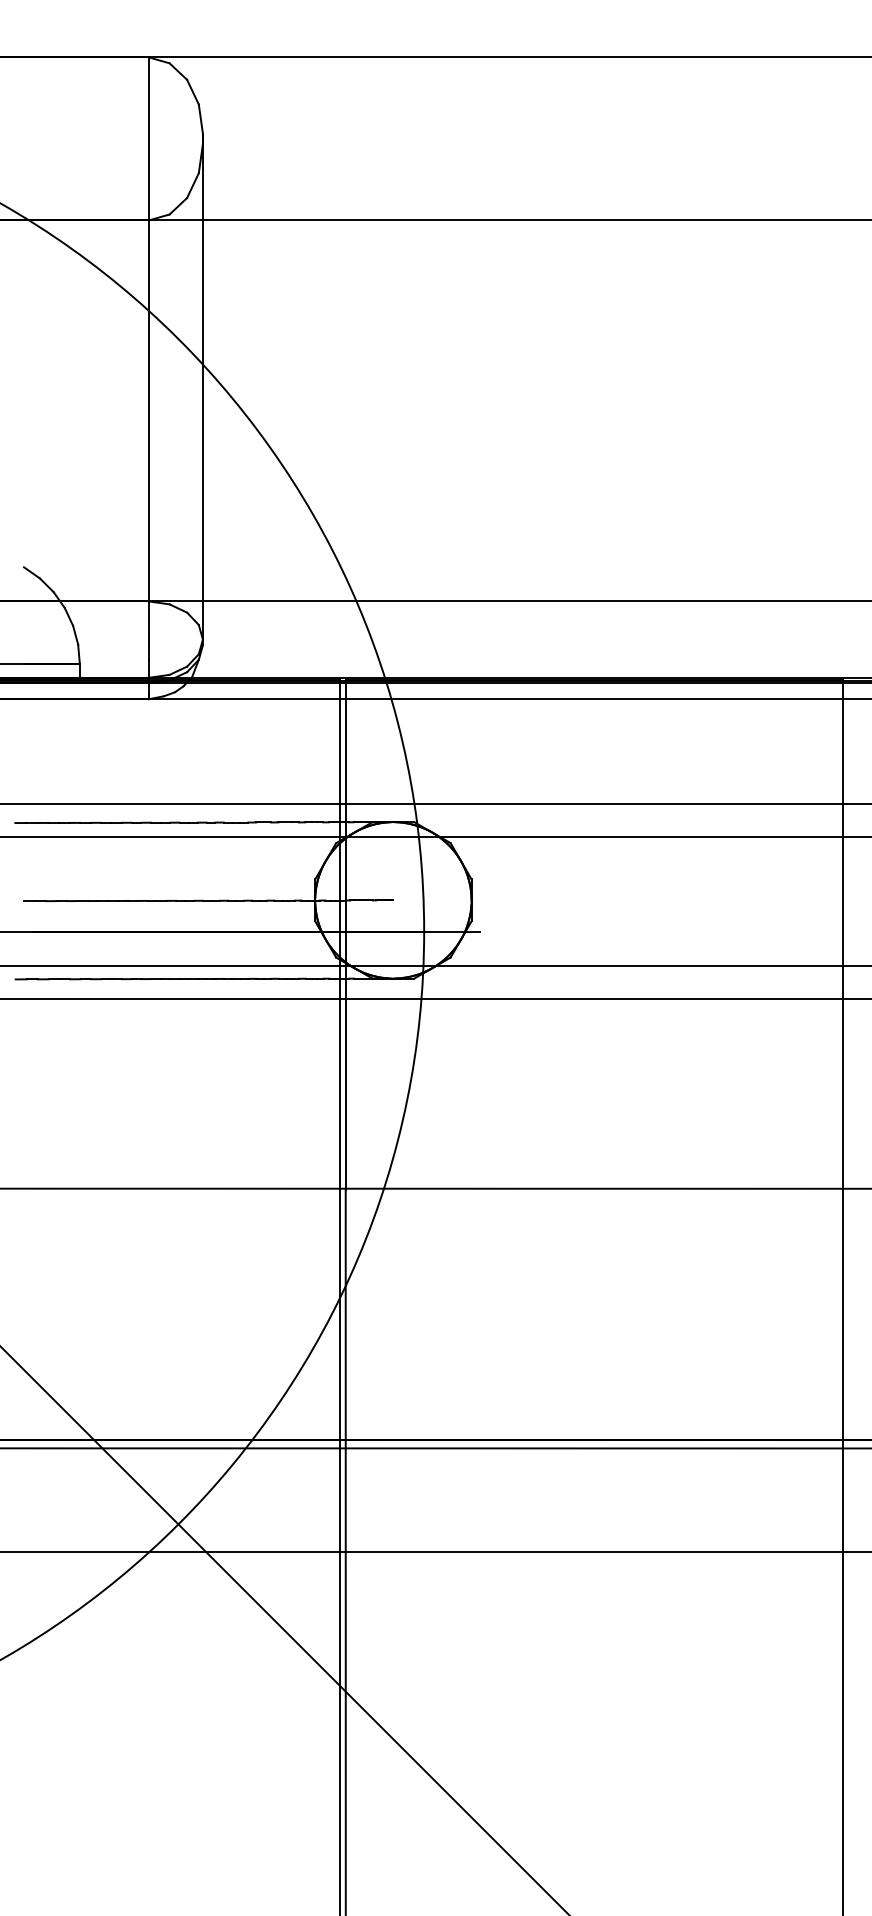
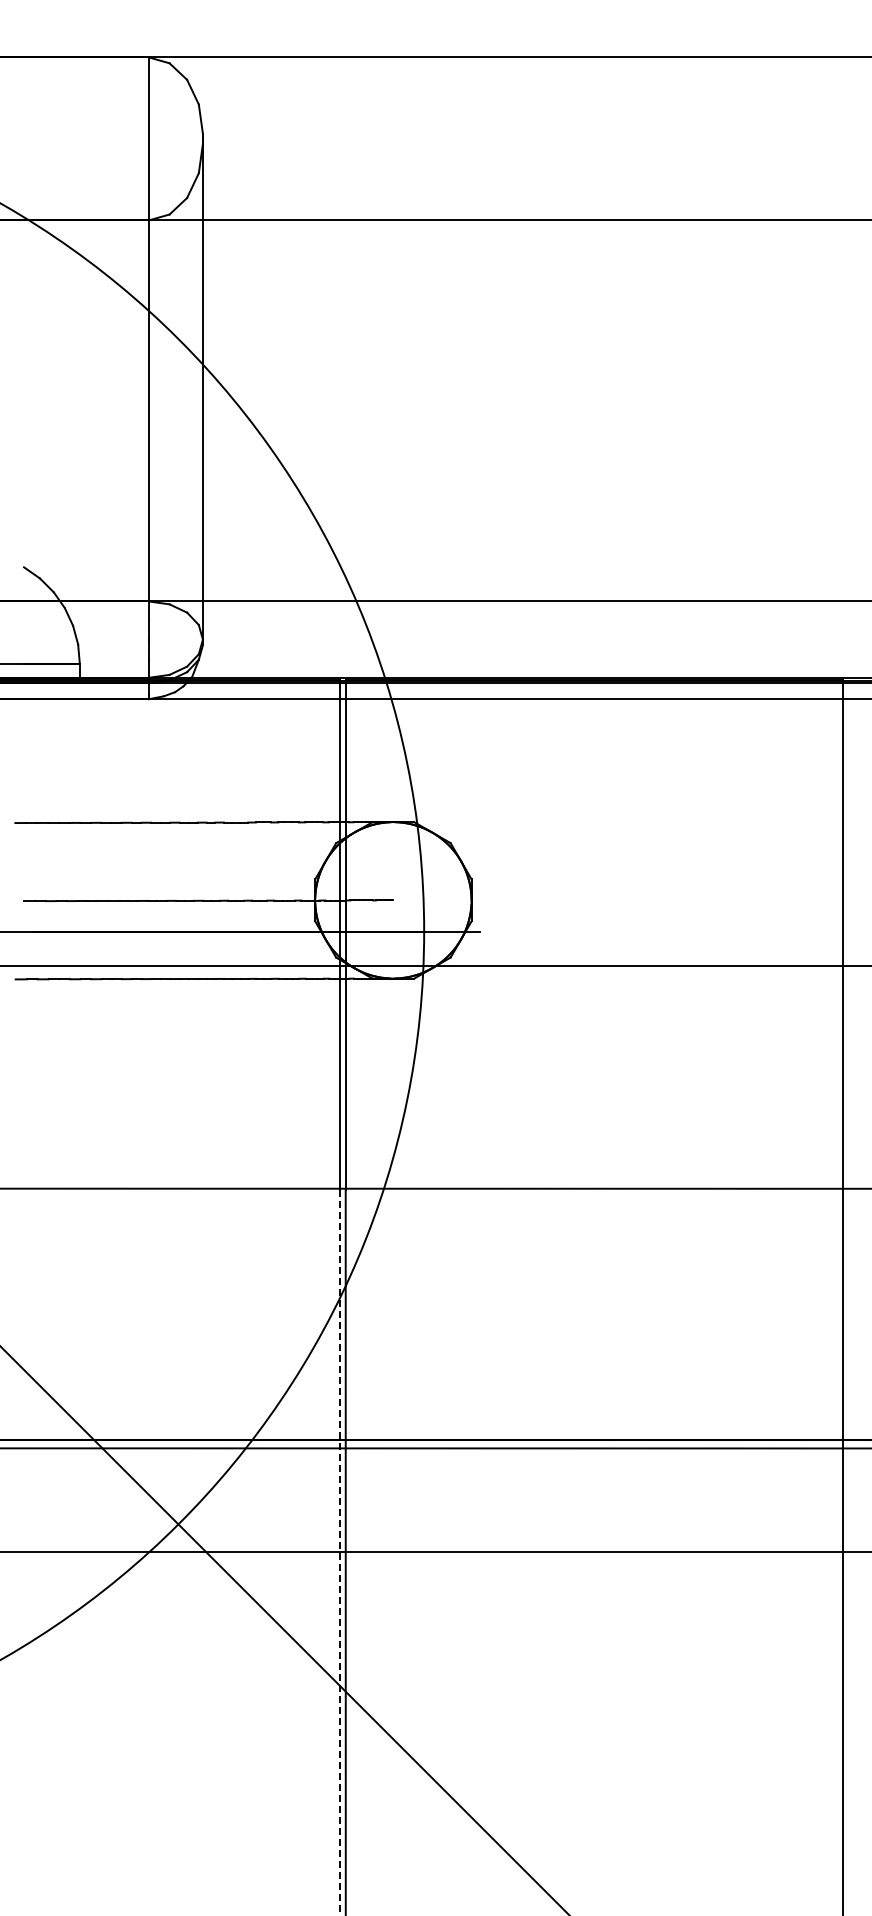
line at (435, 803): present -> none
line at (435, 837): present -> none
line at (435, 999): present -> none
line at (340, 1552): solid -> dashed
